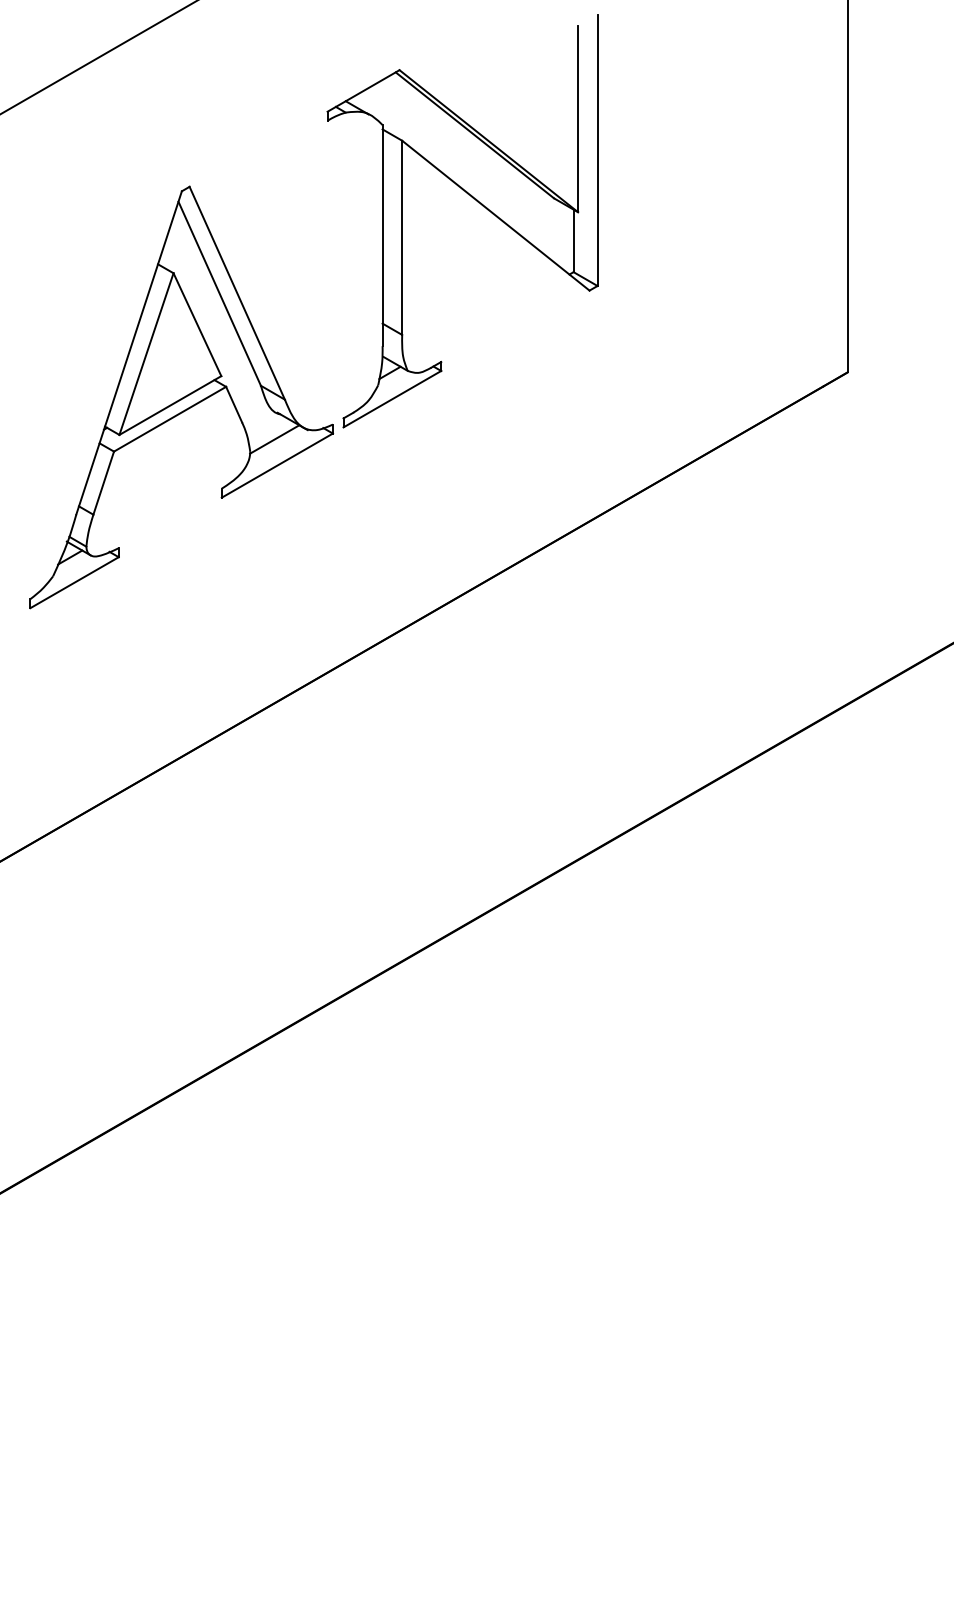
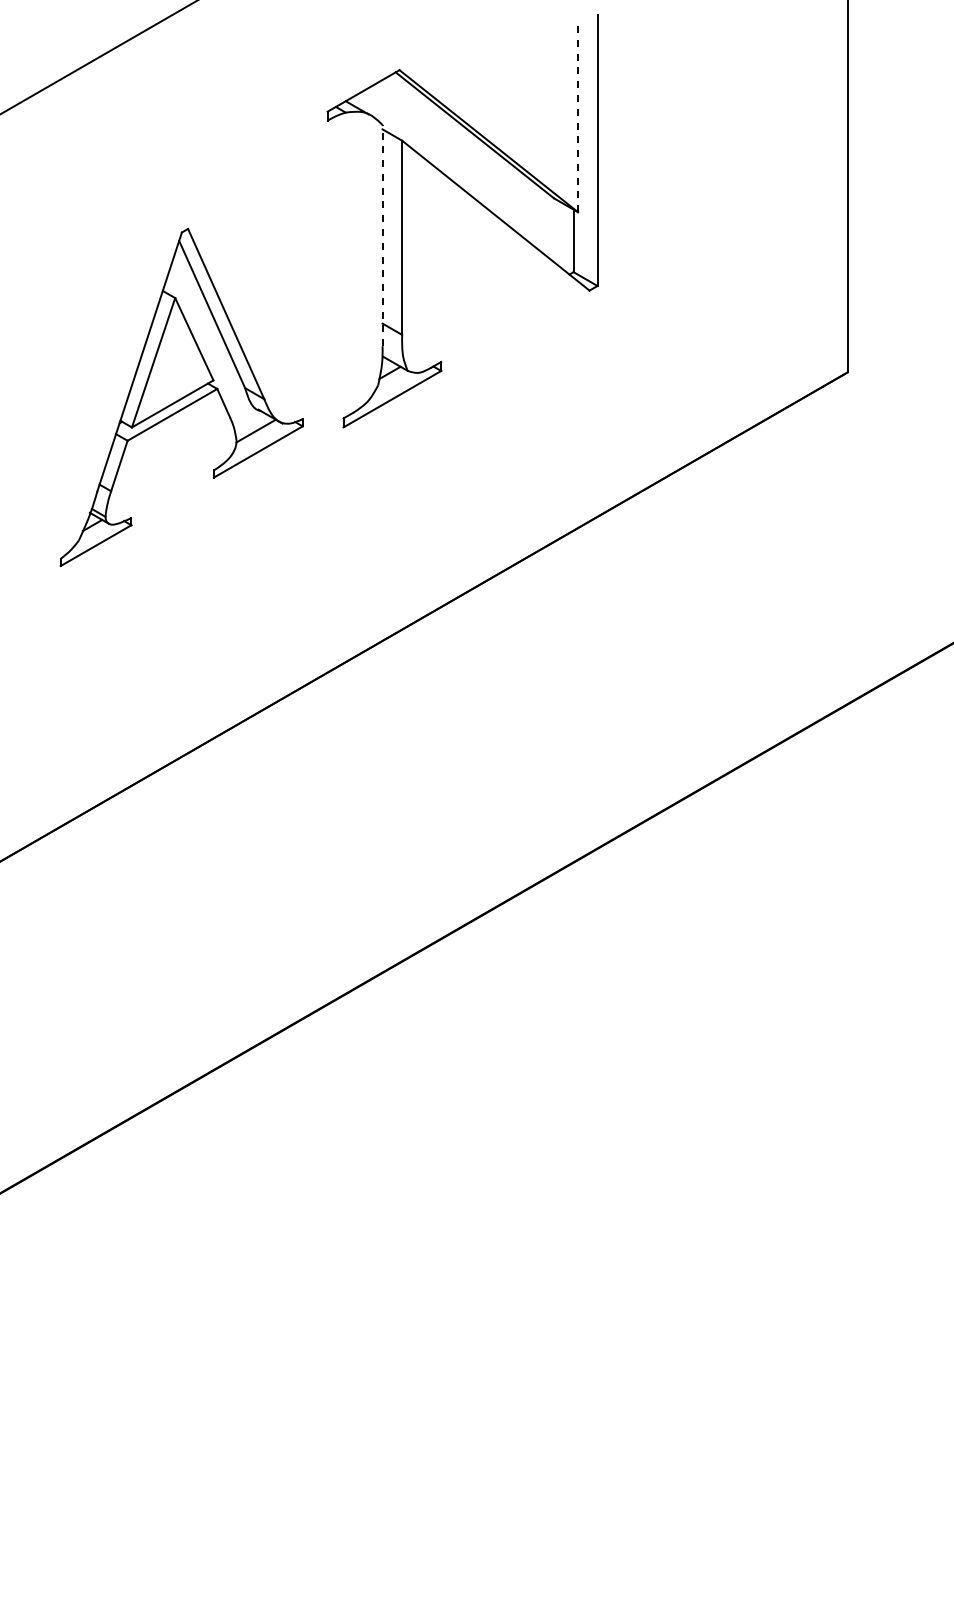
line at (578, 118): solid -> dashed
line at (382, 235): solid -> dashed
part at (181, 397) size: 306x425 px -> 245x341 px
